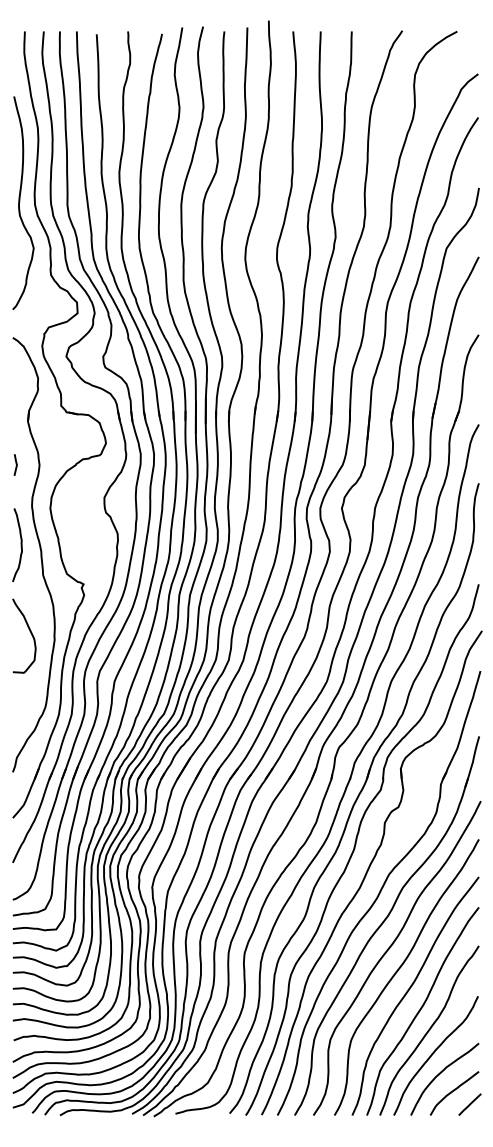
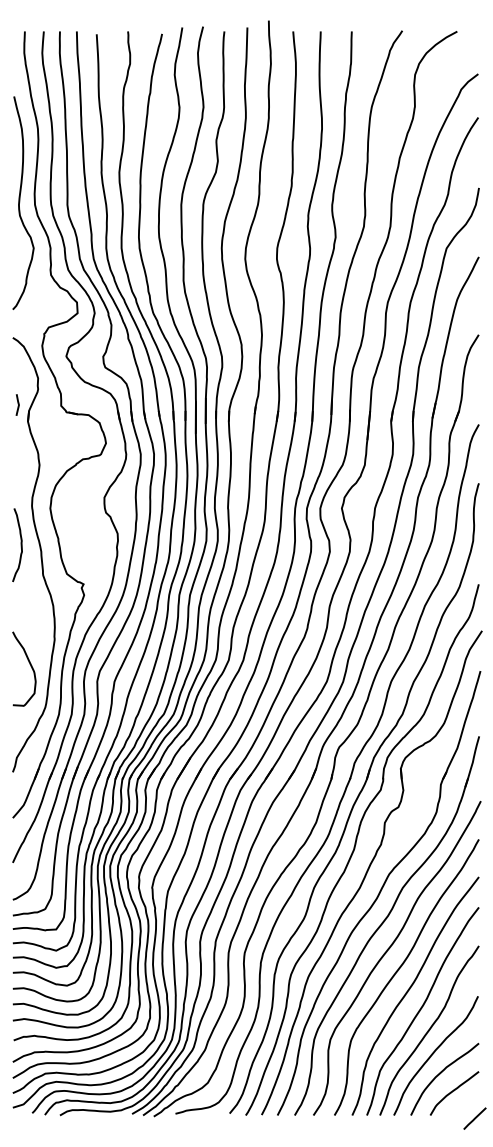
line at (15, 463) position: (15, 463) -> (17, 403)
curve at (30, 633) position: (30, 633) -> (30, 666)
line at (469, 1104) position: (469, 1104) -> (474, 1118)
